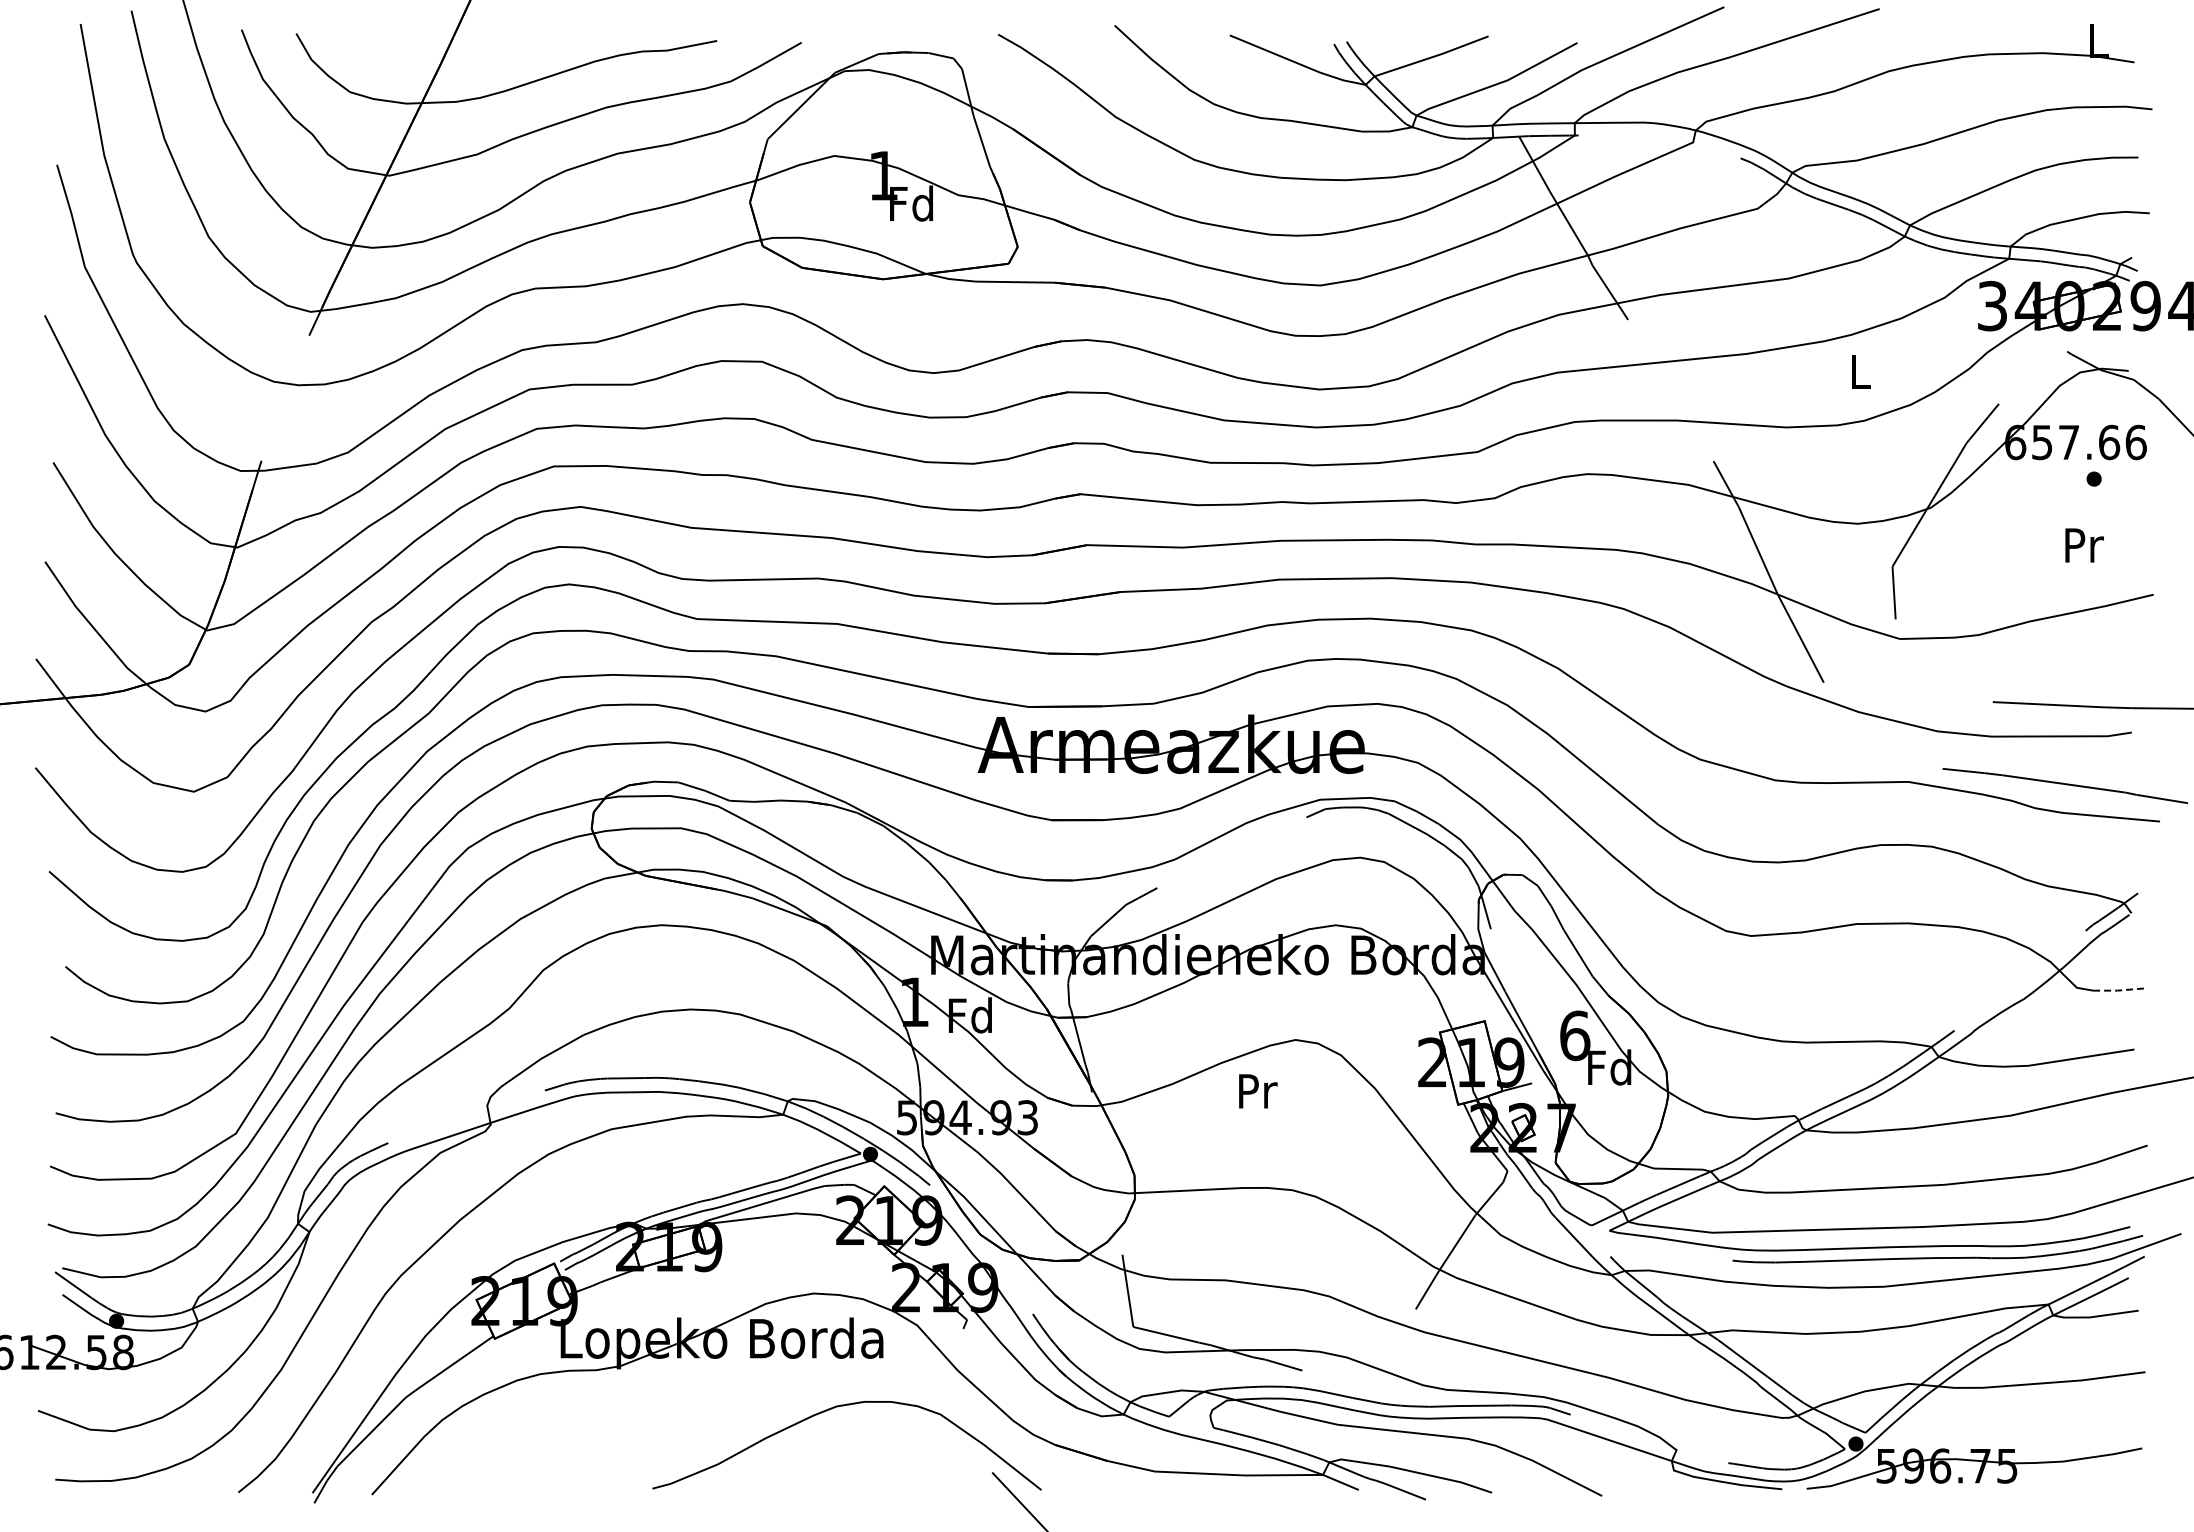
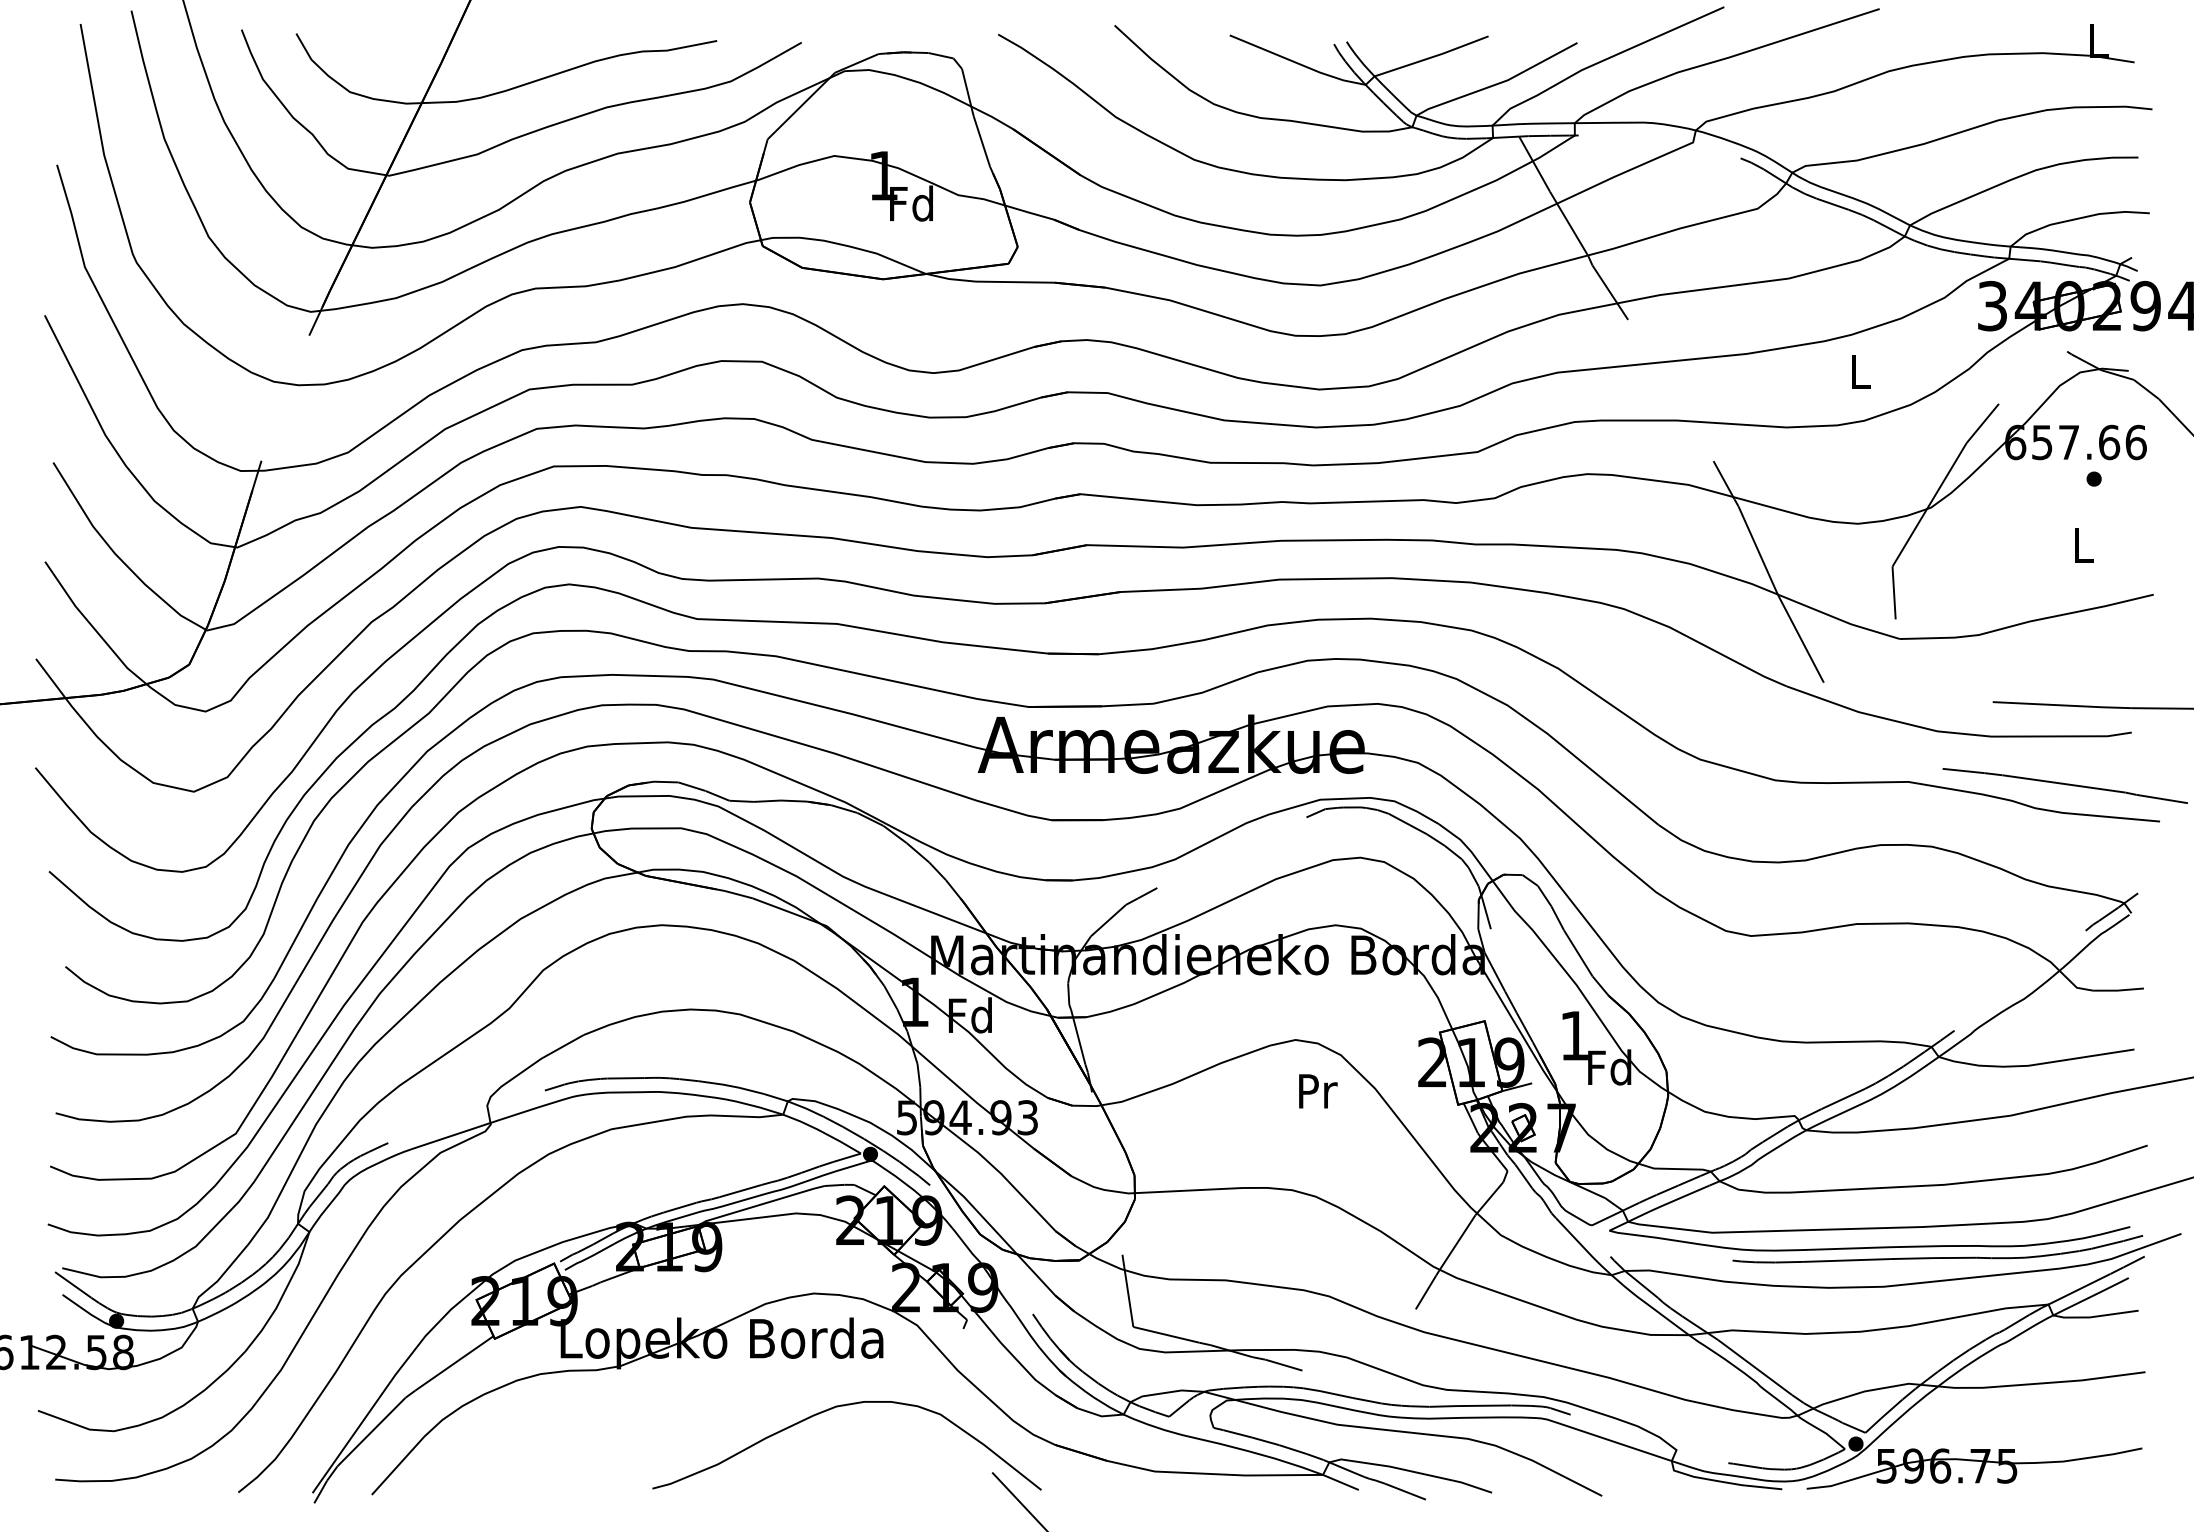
text at (2084, 545): Pr -> L
line at (2118, 990): dashed -> solid
text at (1575, 1035): 6 -> 1
text at (1258, 1091) position: (1258, 1091) -> (1318, 1091)
